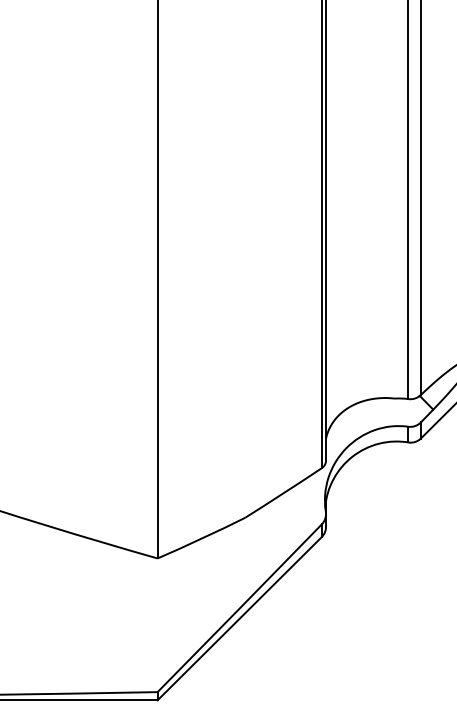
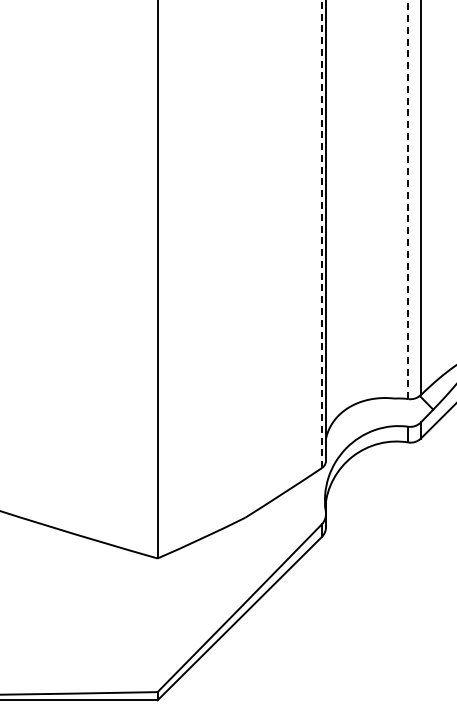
line at (408, 199): solid -> dashed
line at (321, 234): solid -> dashed
